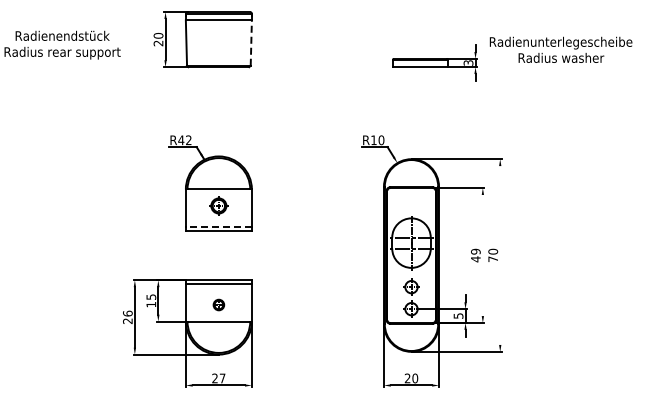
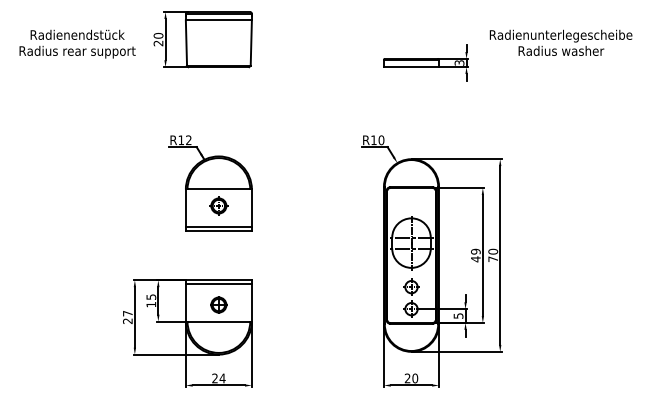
line at (251, 43): dashed -> solid
text at (62, 44) position: (62, 44) -> (77, 43)
text at (560, 49) position: (560, 49) -> (560, 42)
part at (434, 62) position: (434, 62) -> (425, 62)
text at (181, 140): R42 -> R12
line at (218, 226): dashed -> solid
line at (482, 255): none -> present
line at (500, 255): none -> present
part at (218, 304) size: 14x14 px -> 18x18 px
text at (127, 313): 26 -> 27
text at (222, 378): 27 -> 24
